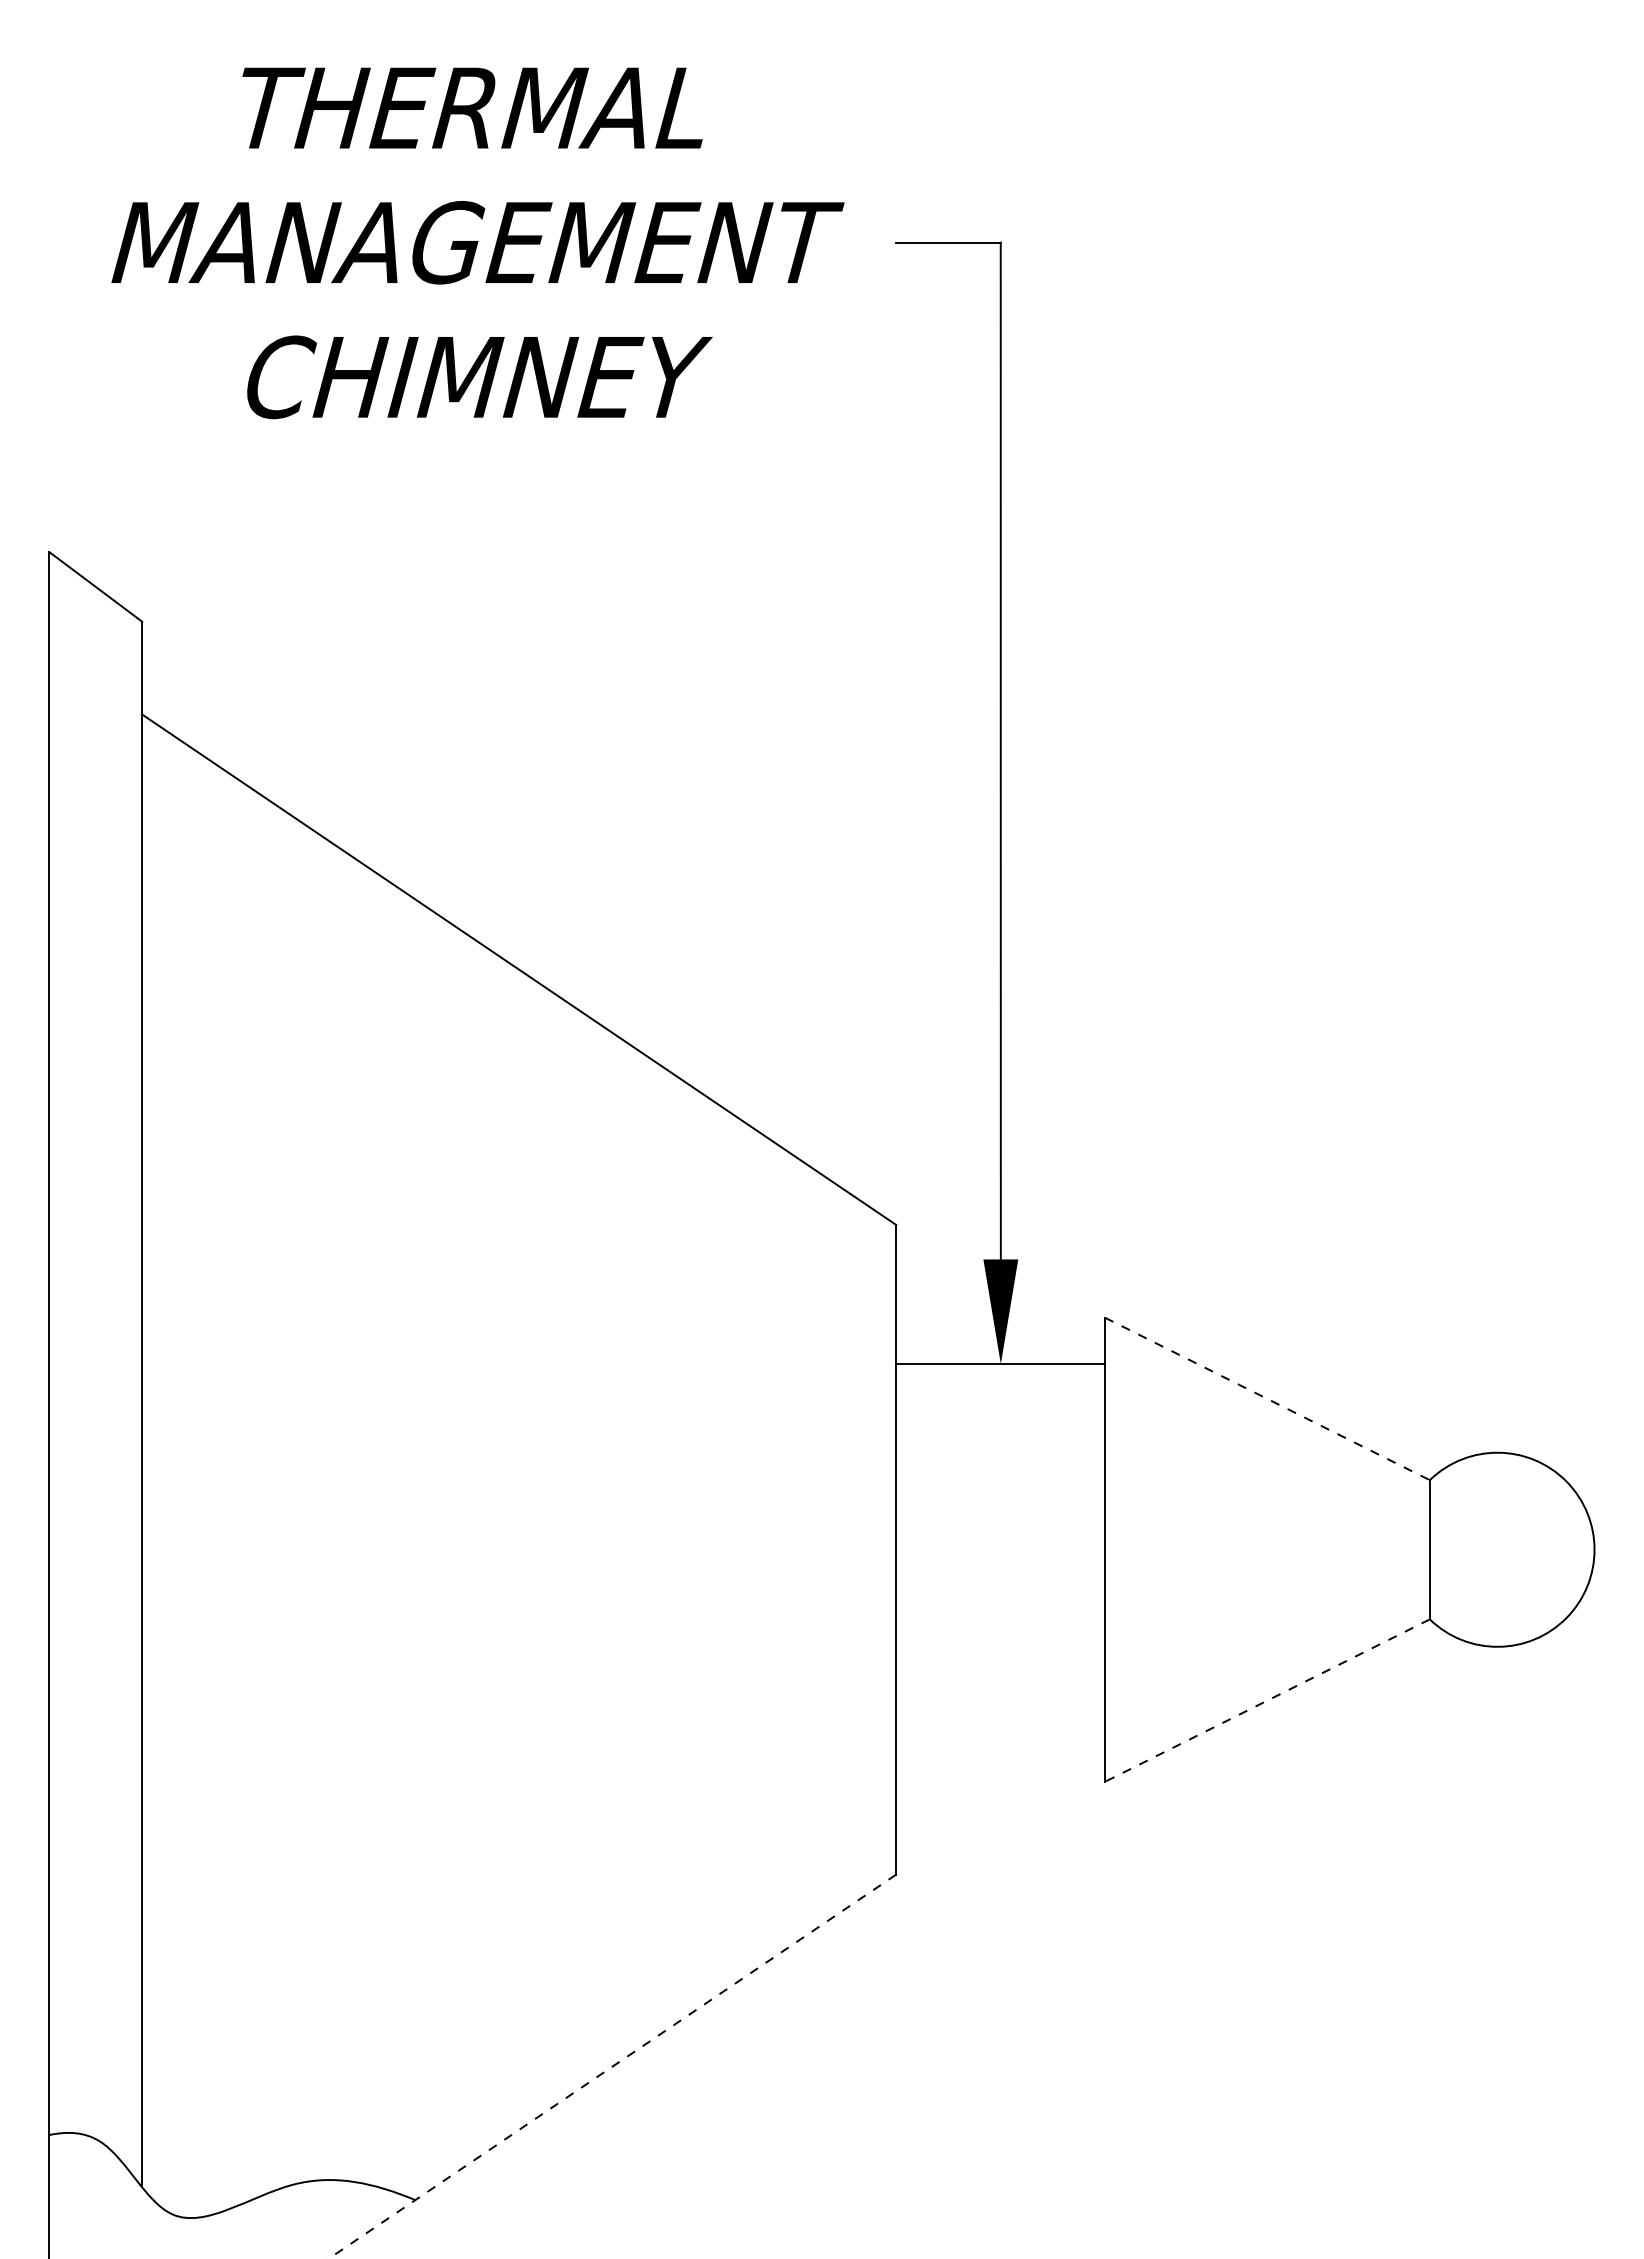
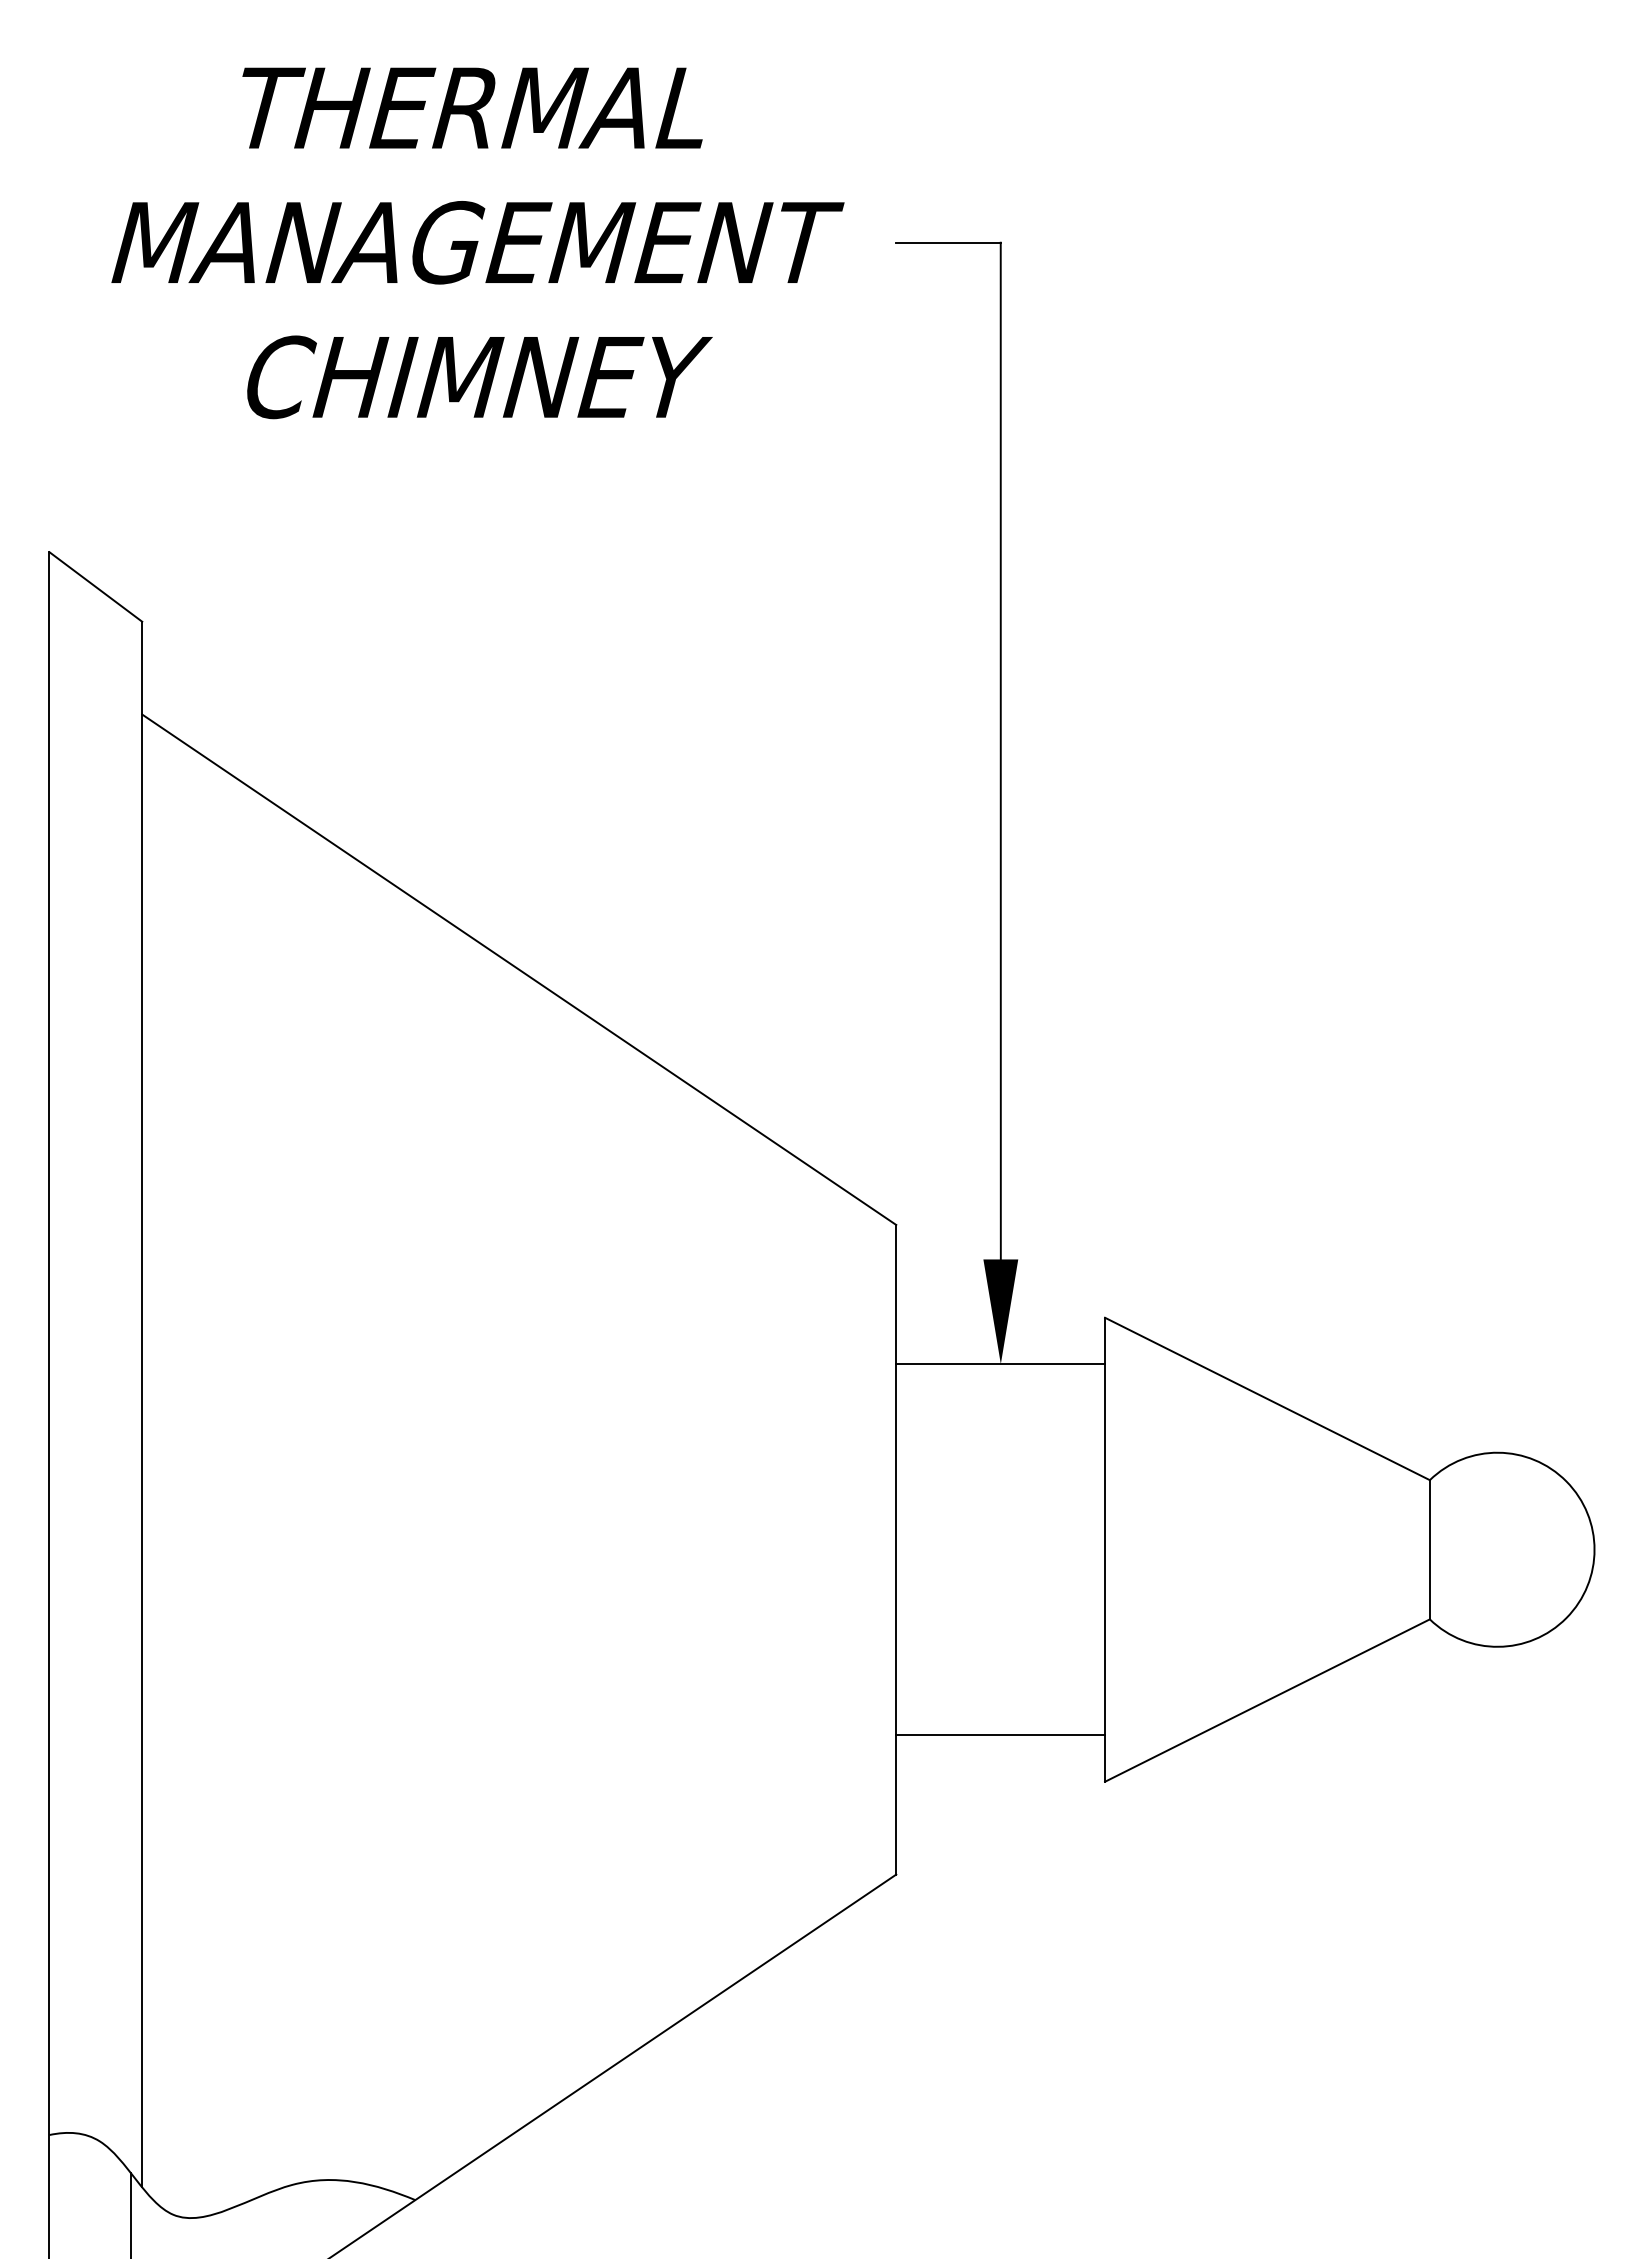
line at (1267, 1398): dashed -> solid
line at (1267, 1700): dashed -> solid
line at (1000, 1735): none -> present
line at (612, 2066): dashed -> solid
line at (130, 2213): none -> present
